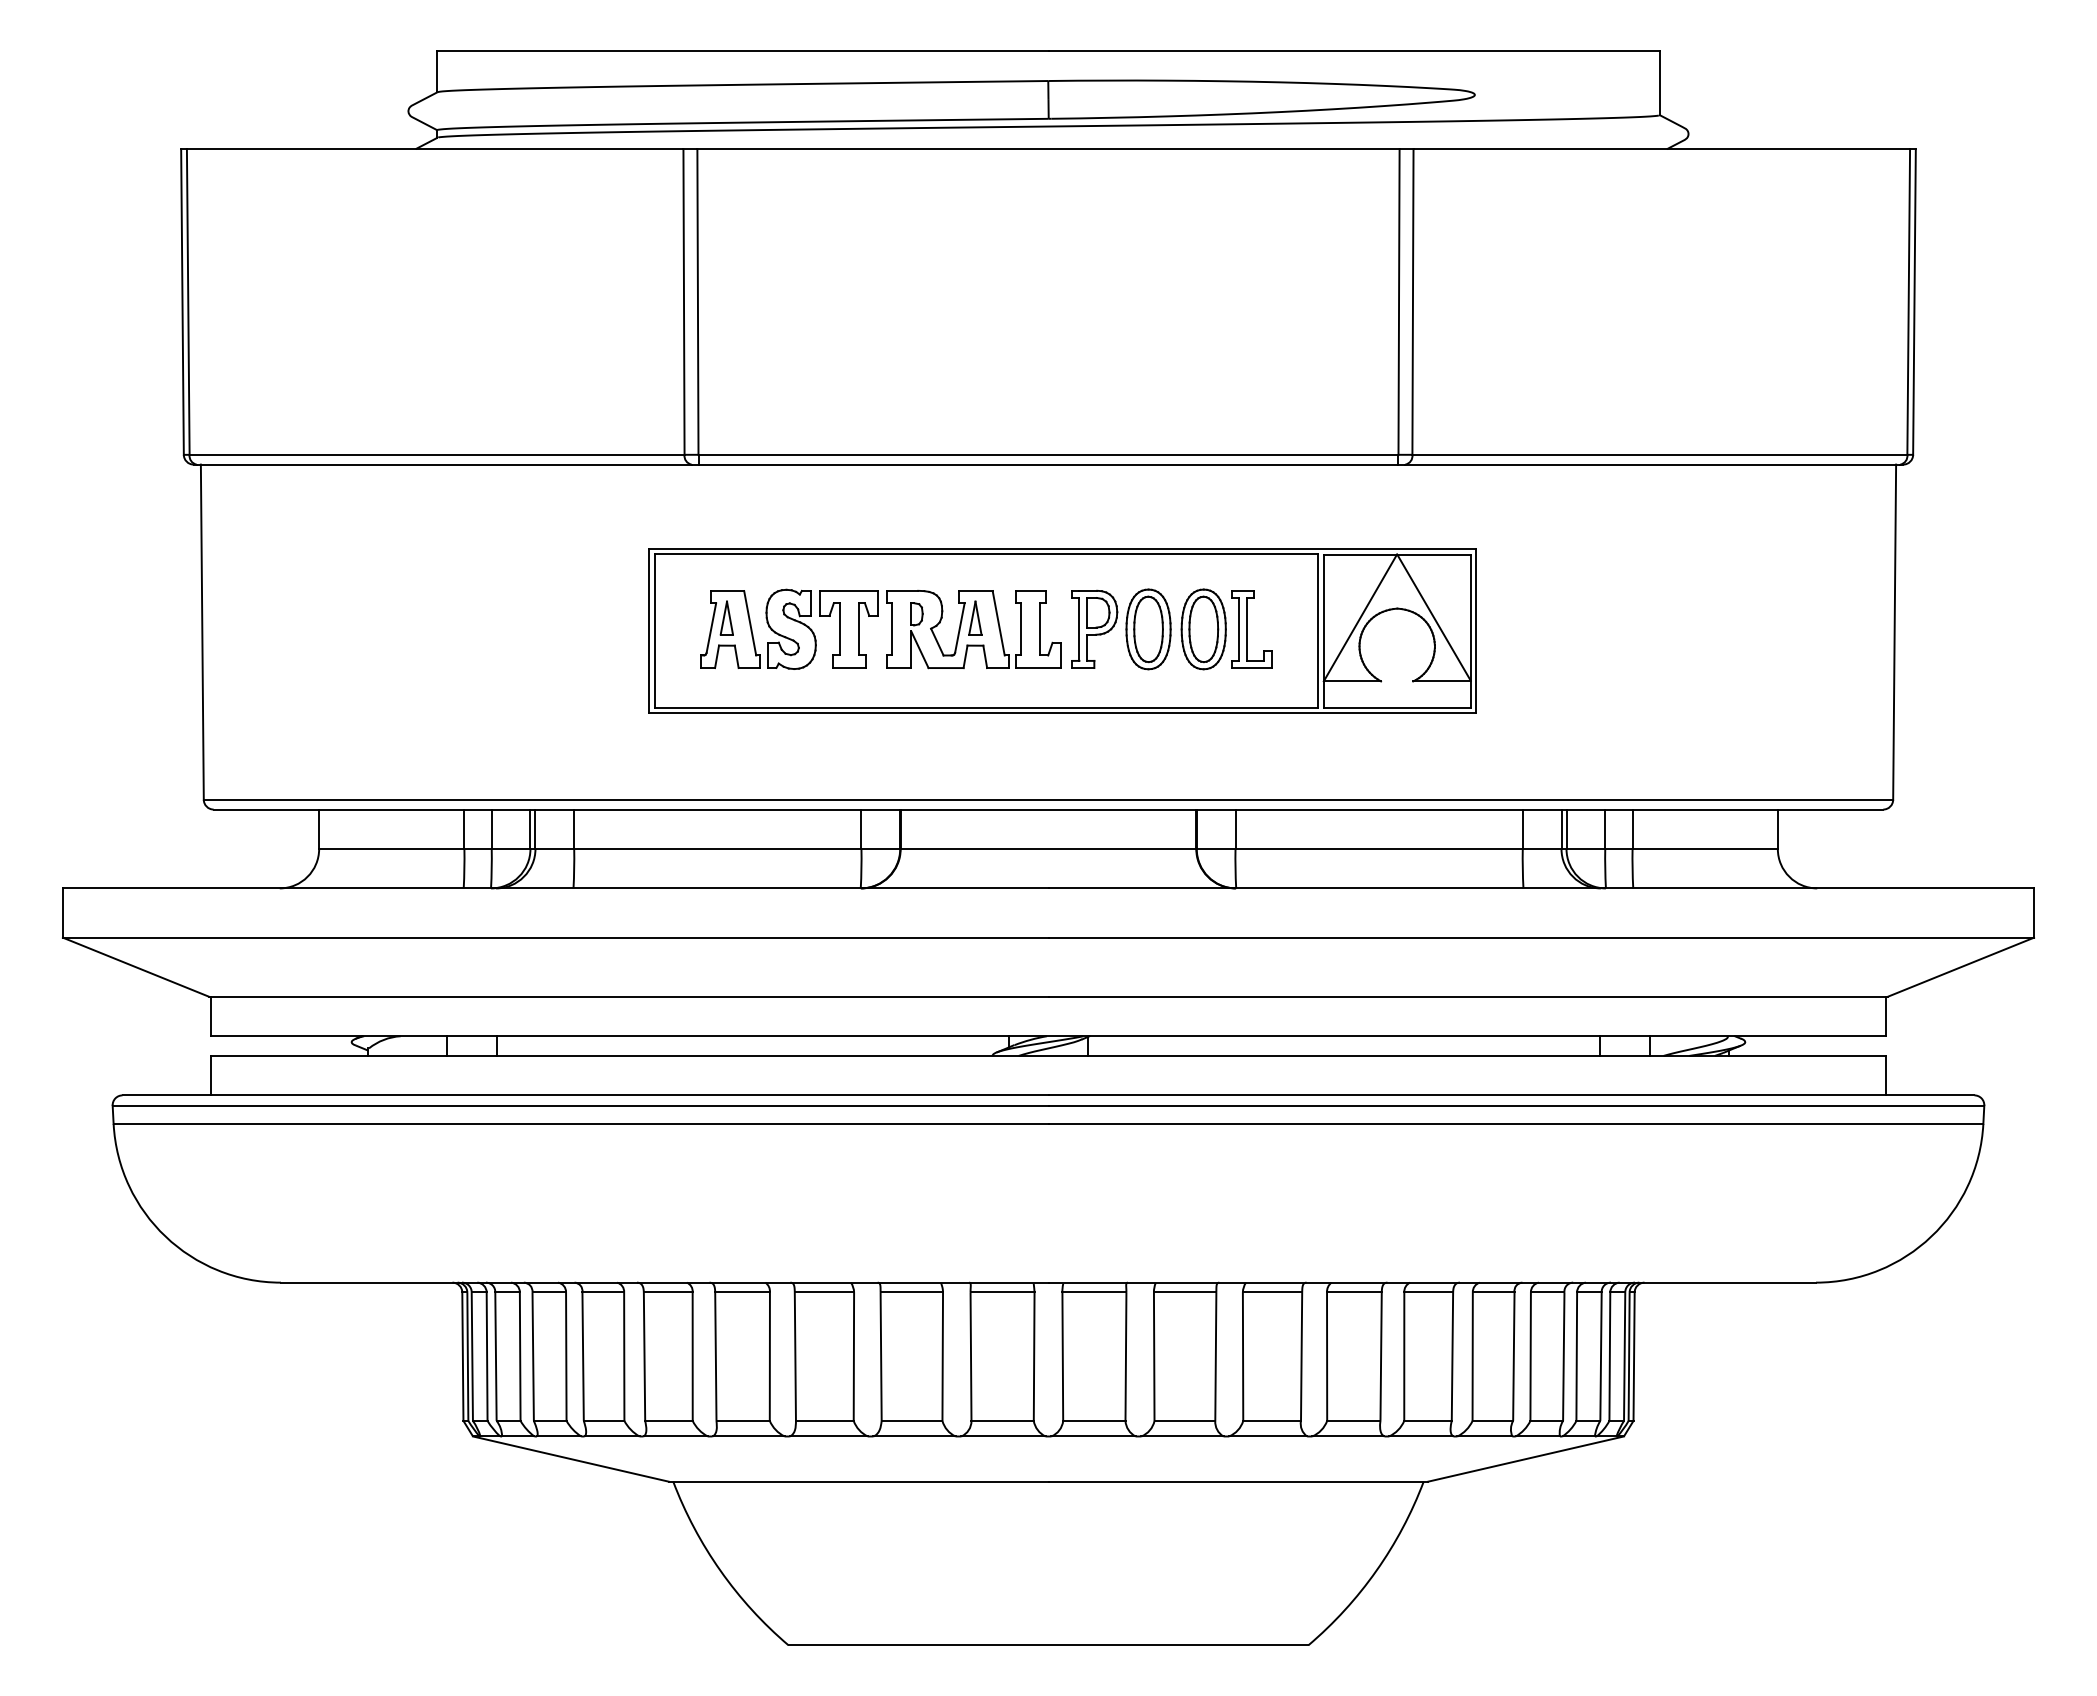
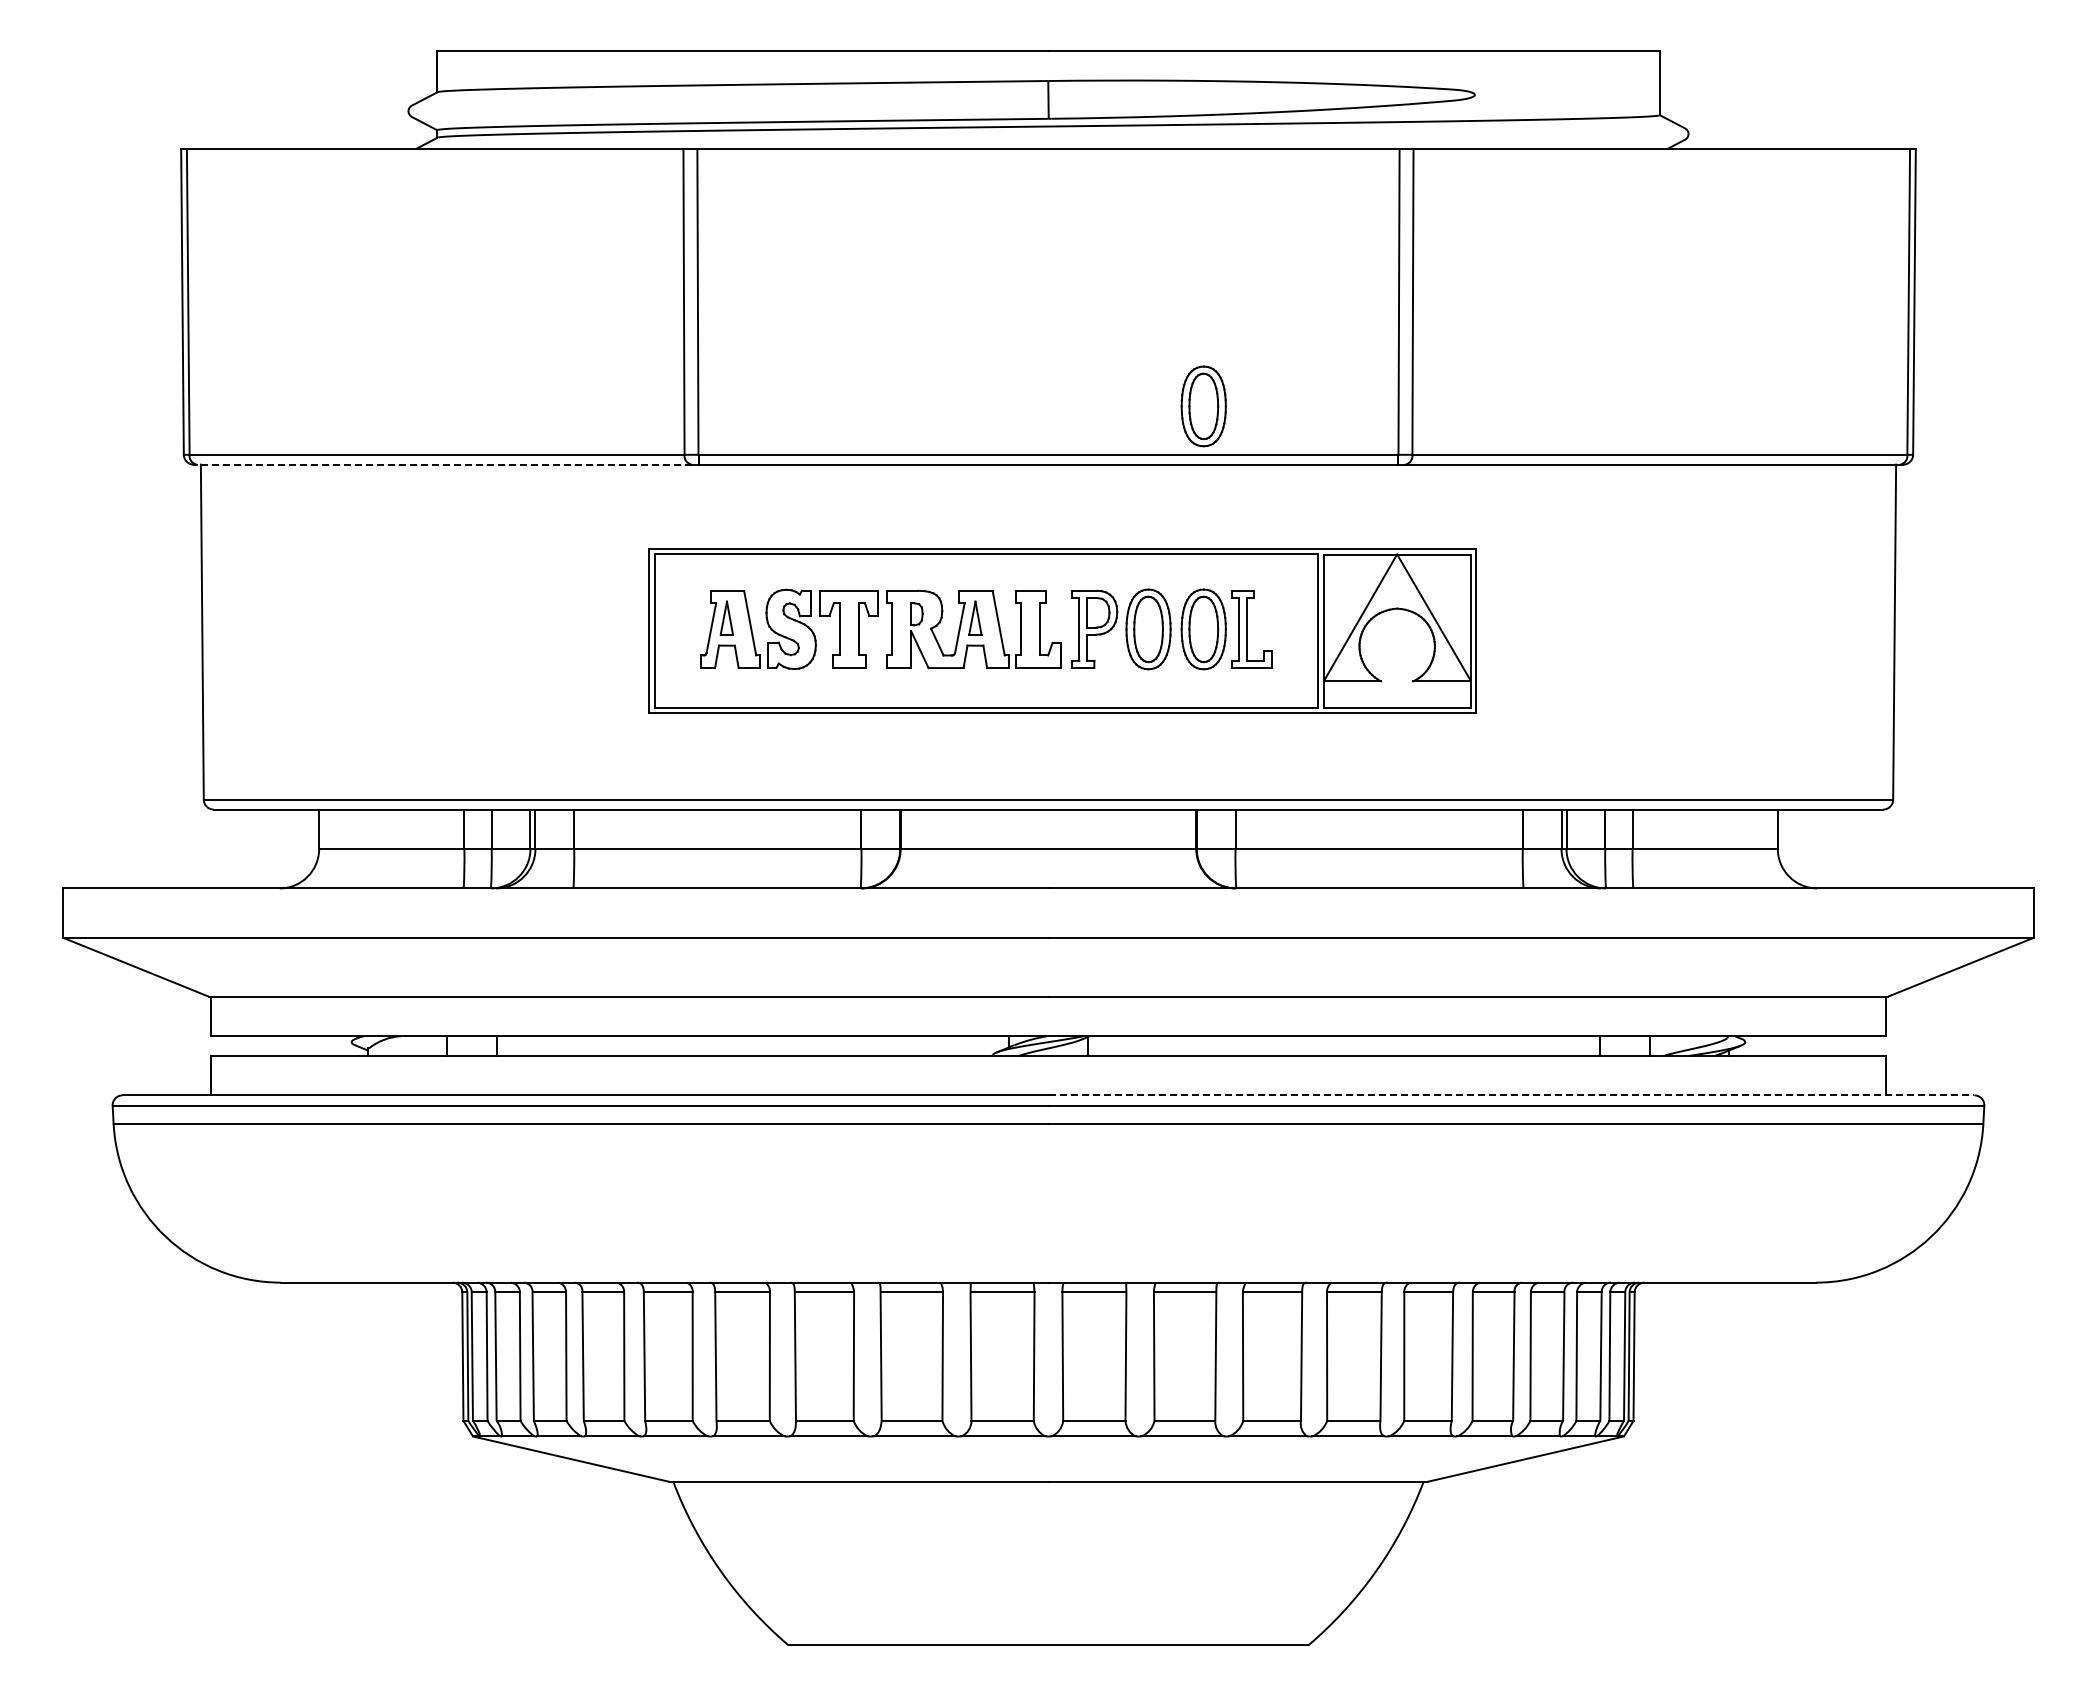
part at (1203, 406): none -> present
line at (443, 464): solid -> dashed
line at (1511, 1095): solid -> dashed
